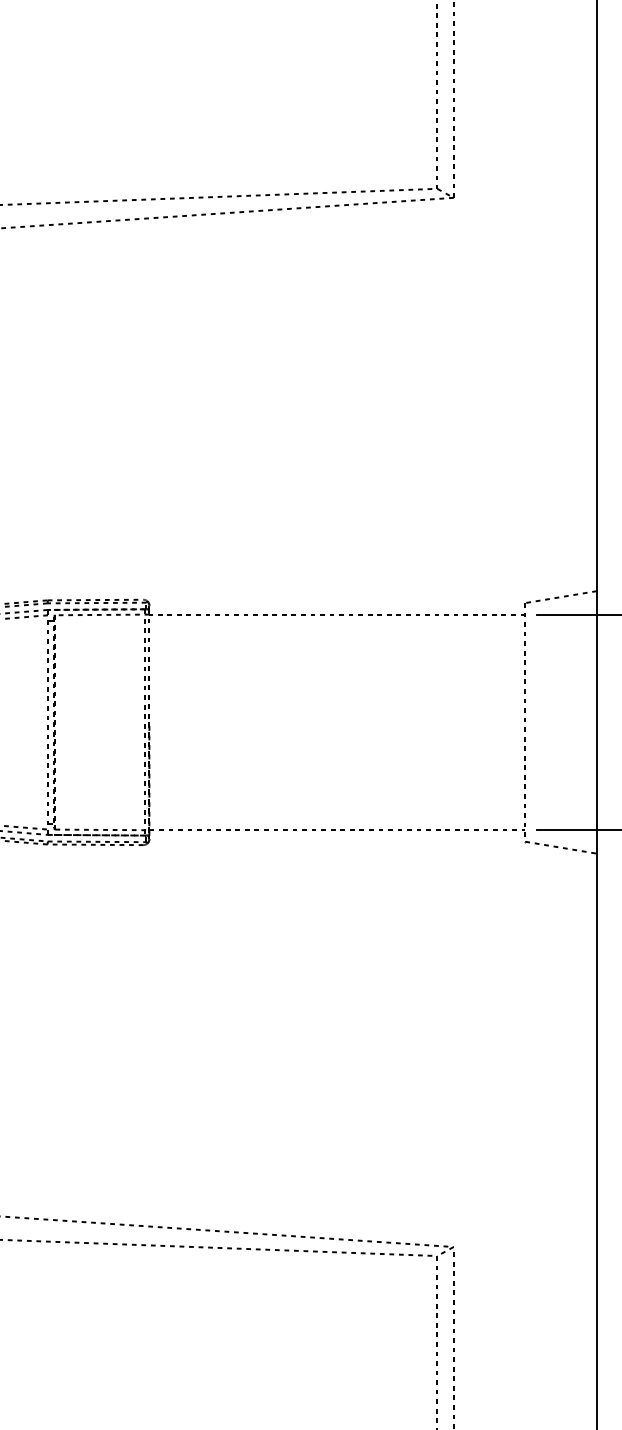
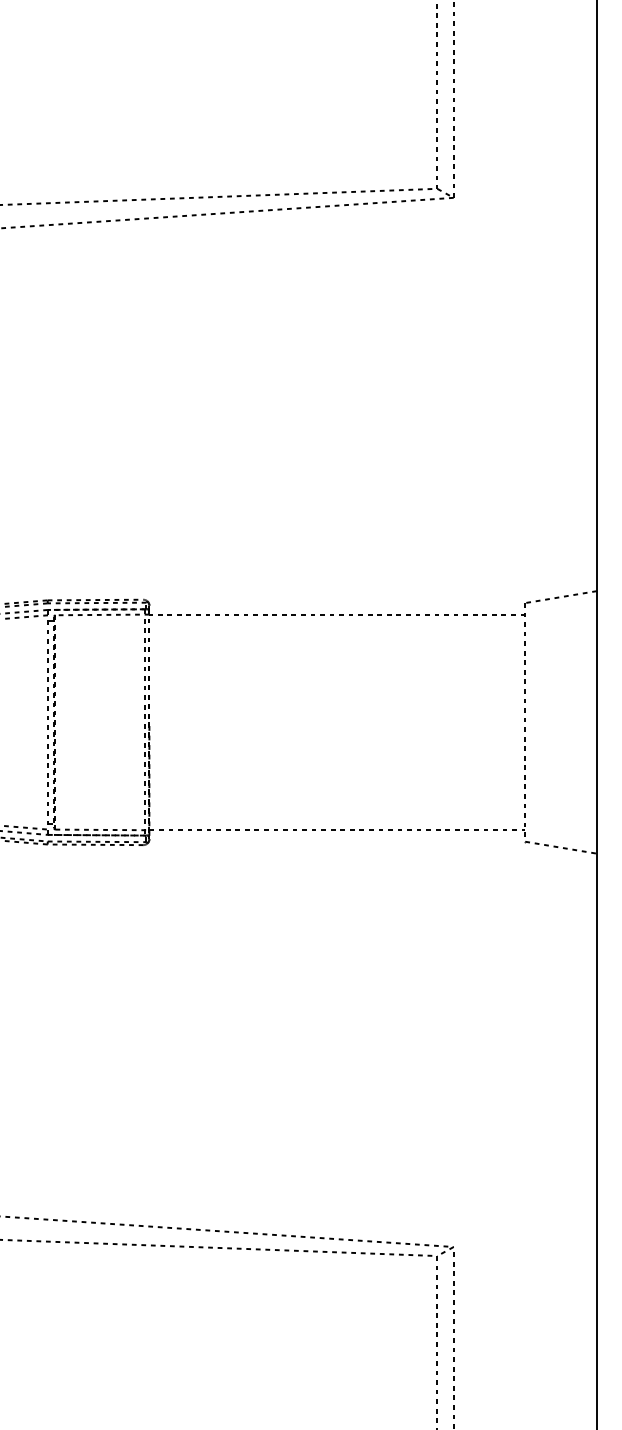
line at (577, 615): present -> none
line at (577, 829): present -> none
